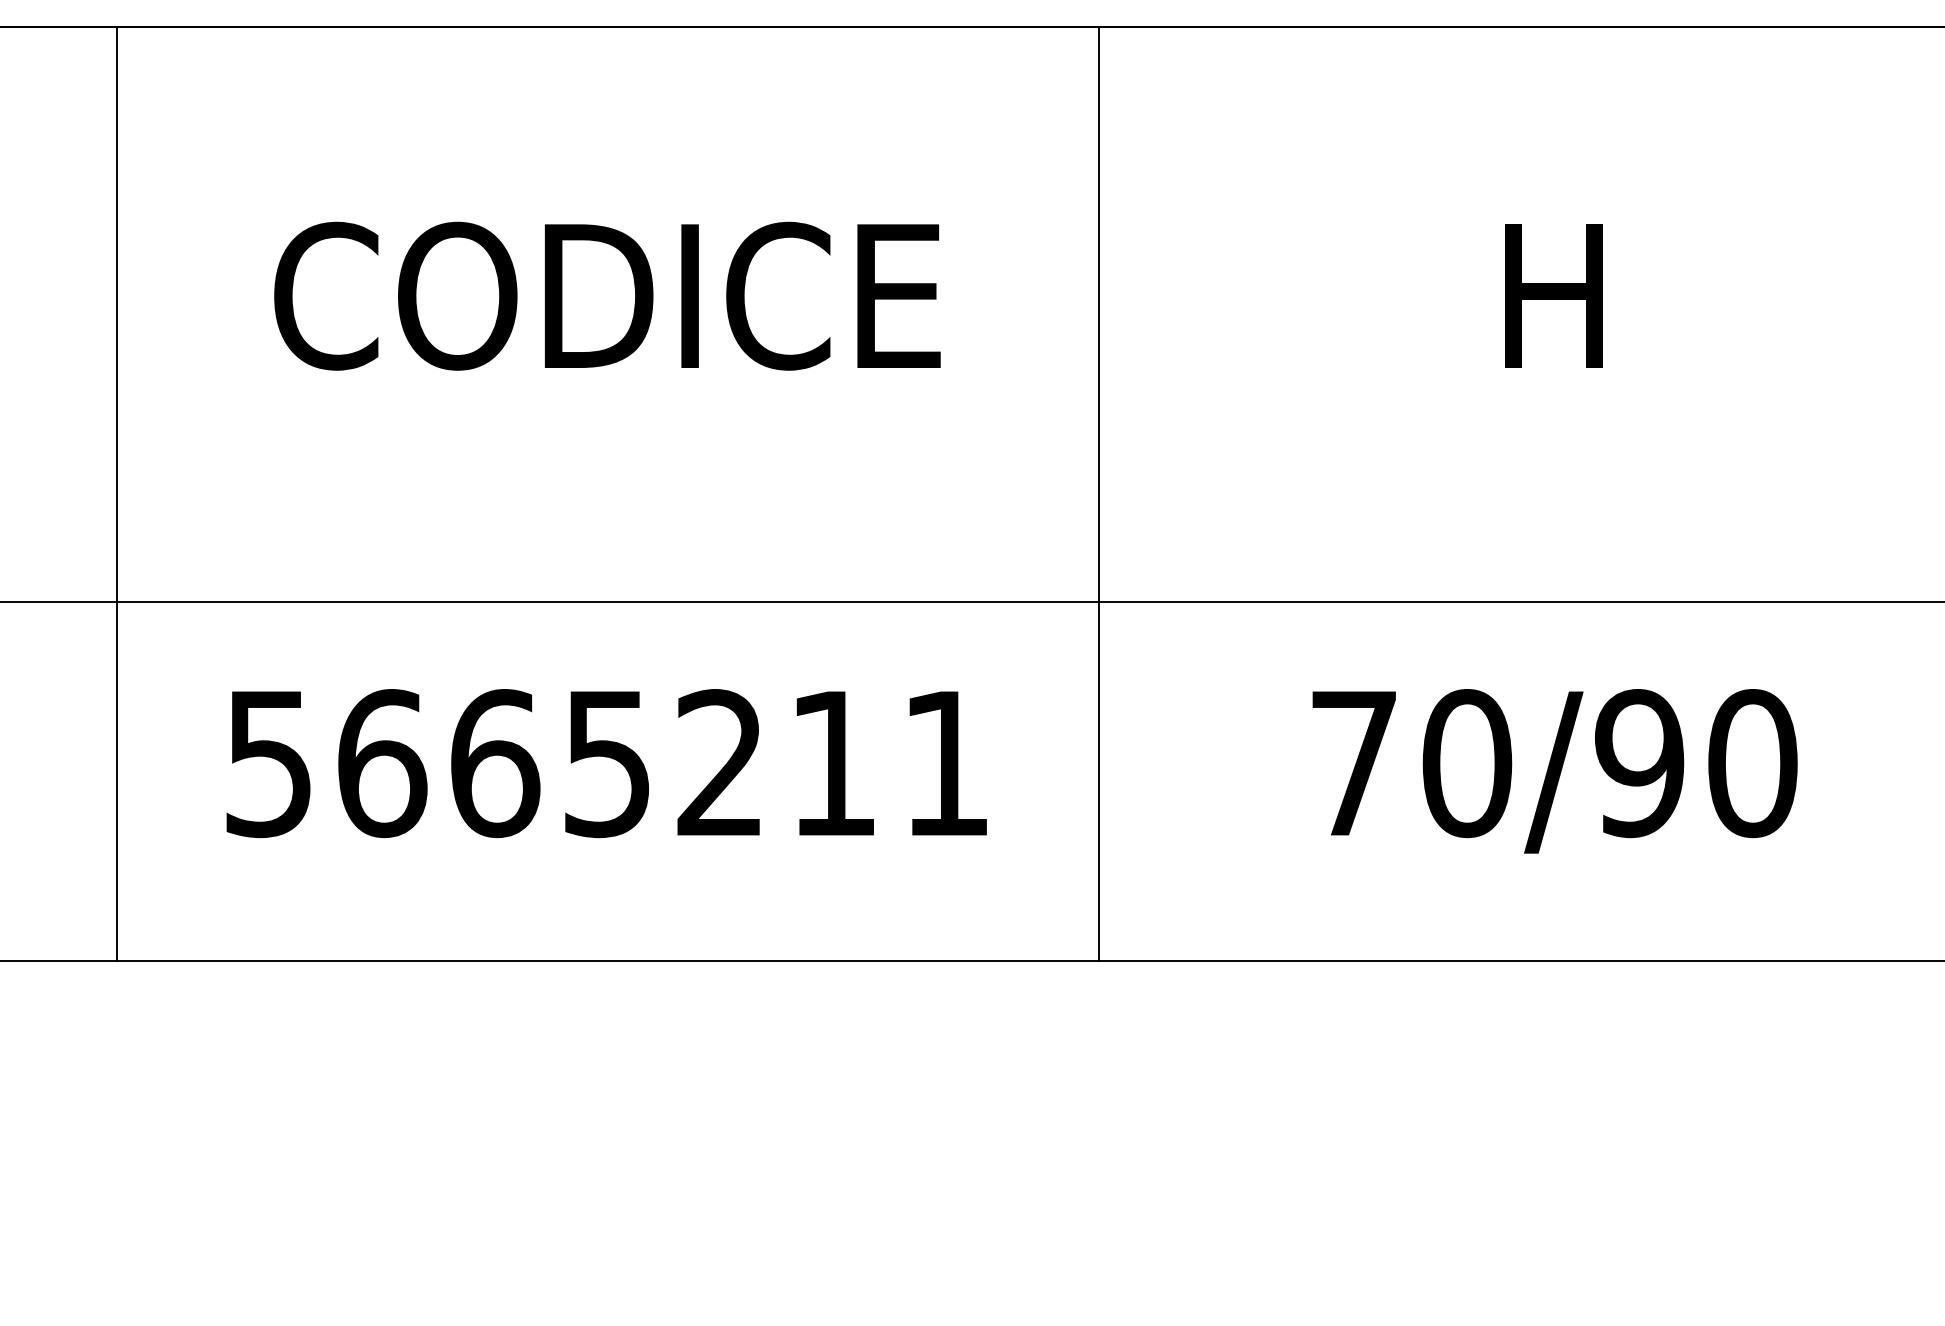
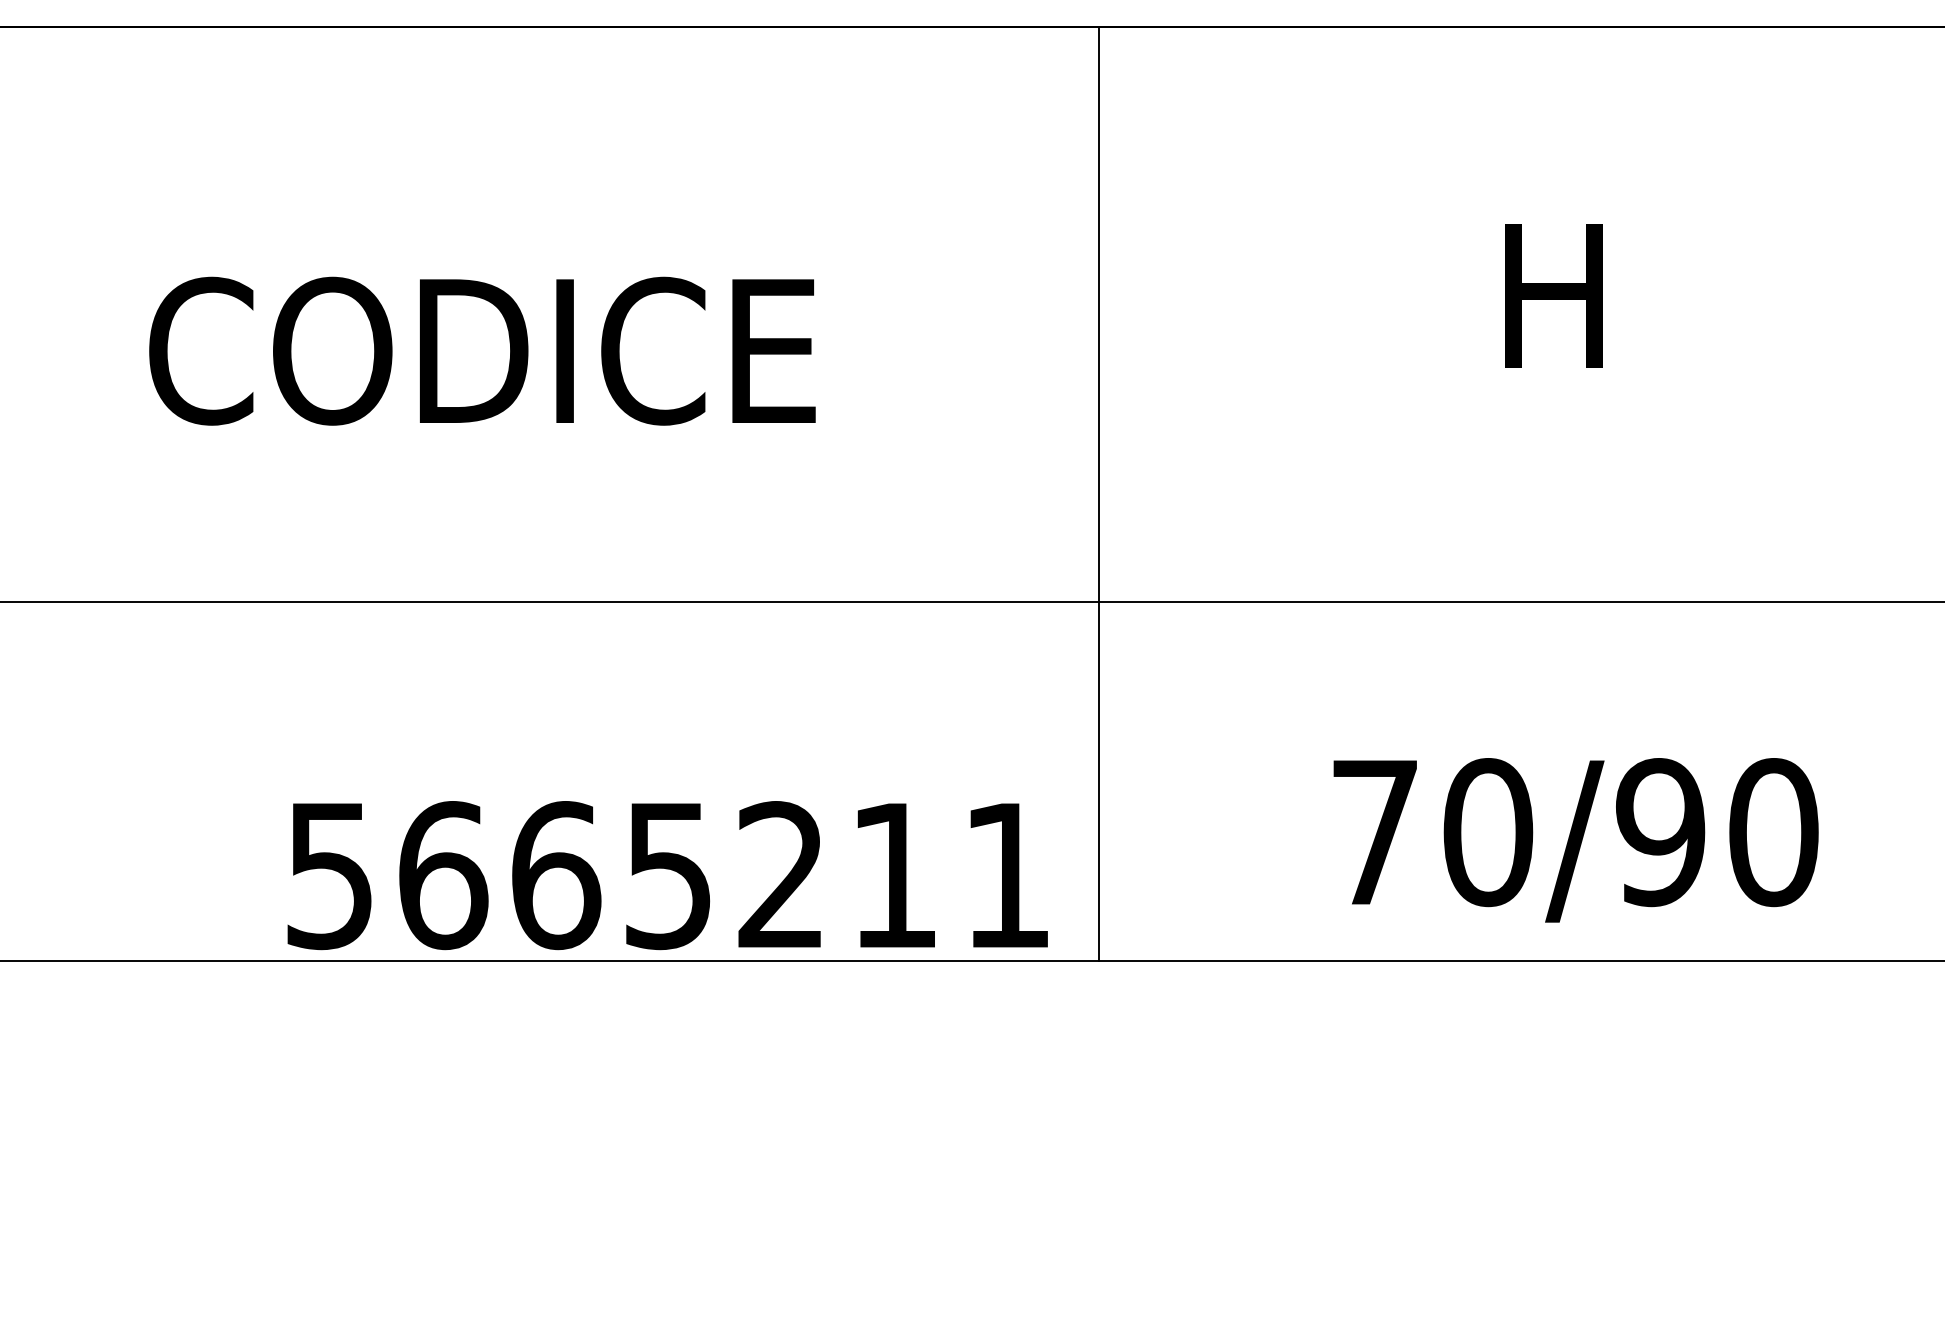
text at (607, 295) position: (607, 295) -> (482, 350)
line at (116, 493): present -> none
text at (606, 763) position: (606, 763) -> (667, 875)
text at (1554, 771) position: (1554, 771) -> (1575, 840)
